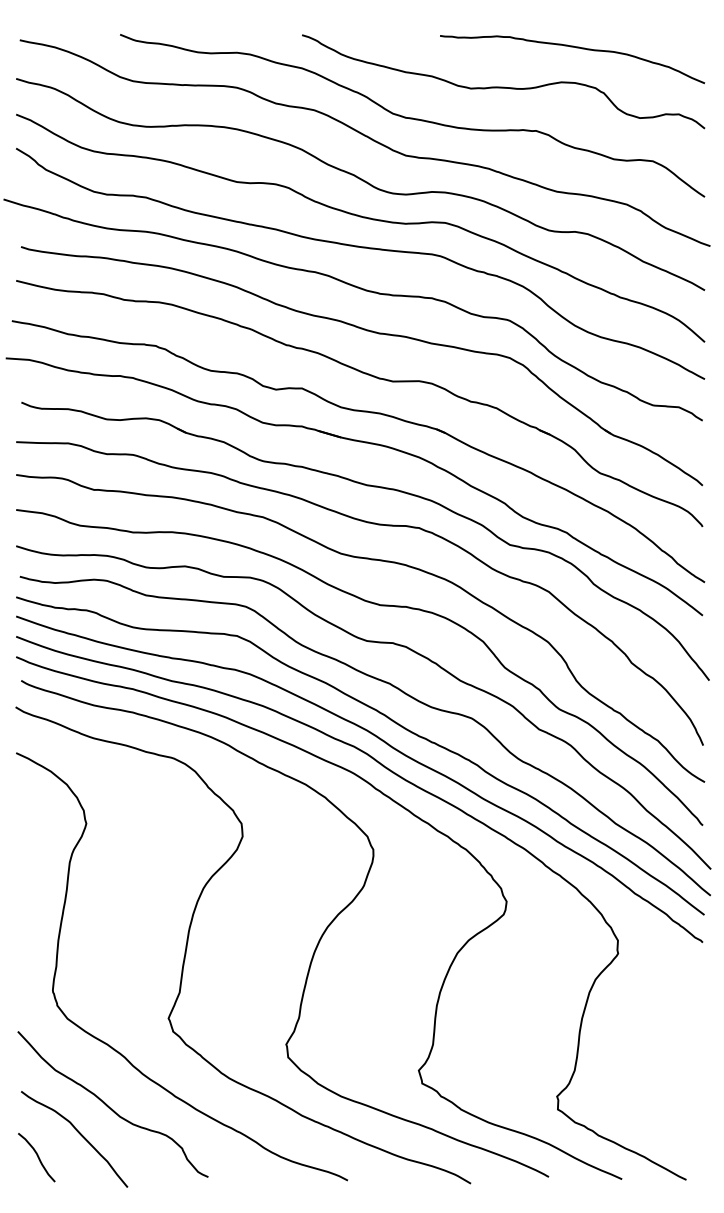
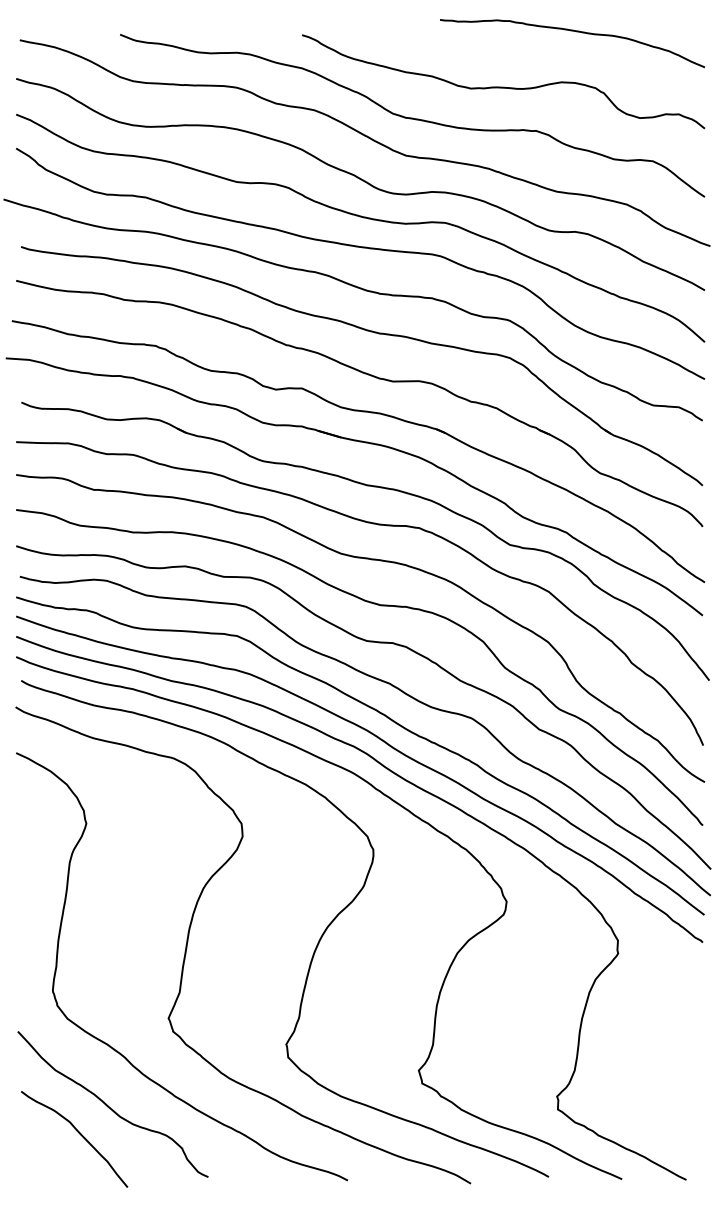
curve at (576, 48) position: (576, 48) -> (576, 32)
curve at (37, 1157): present -> none
